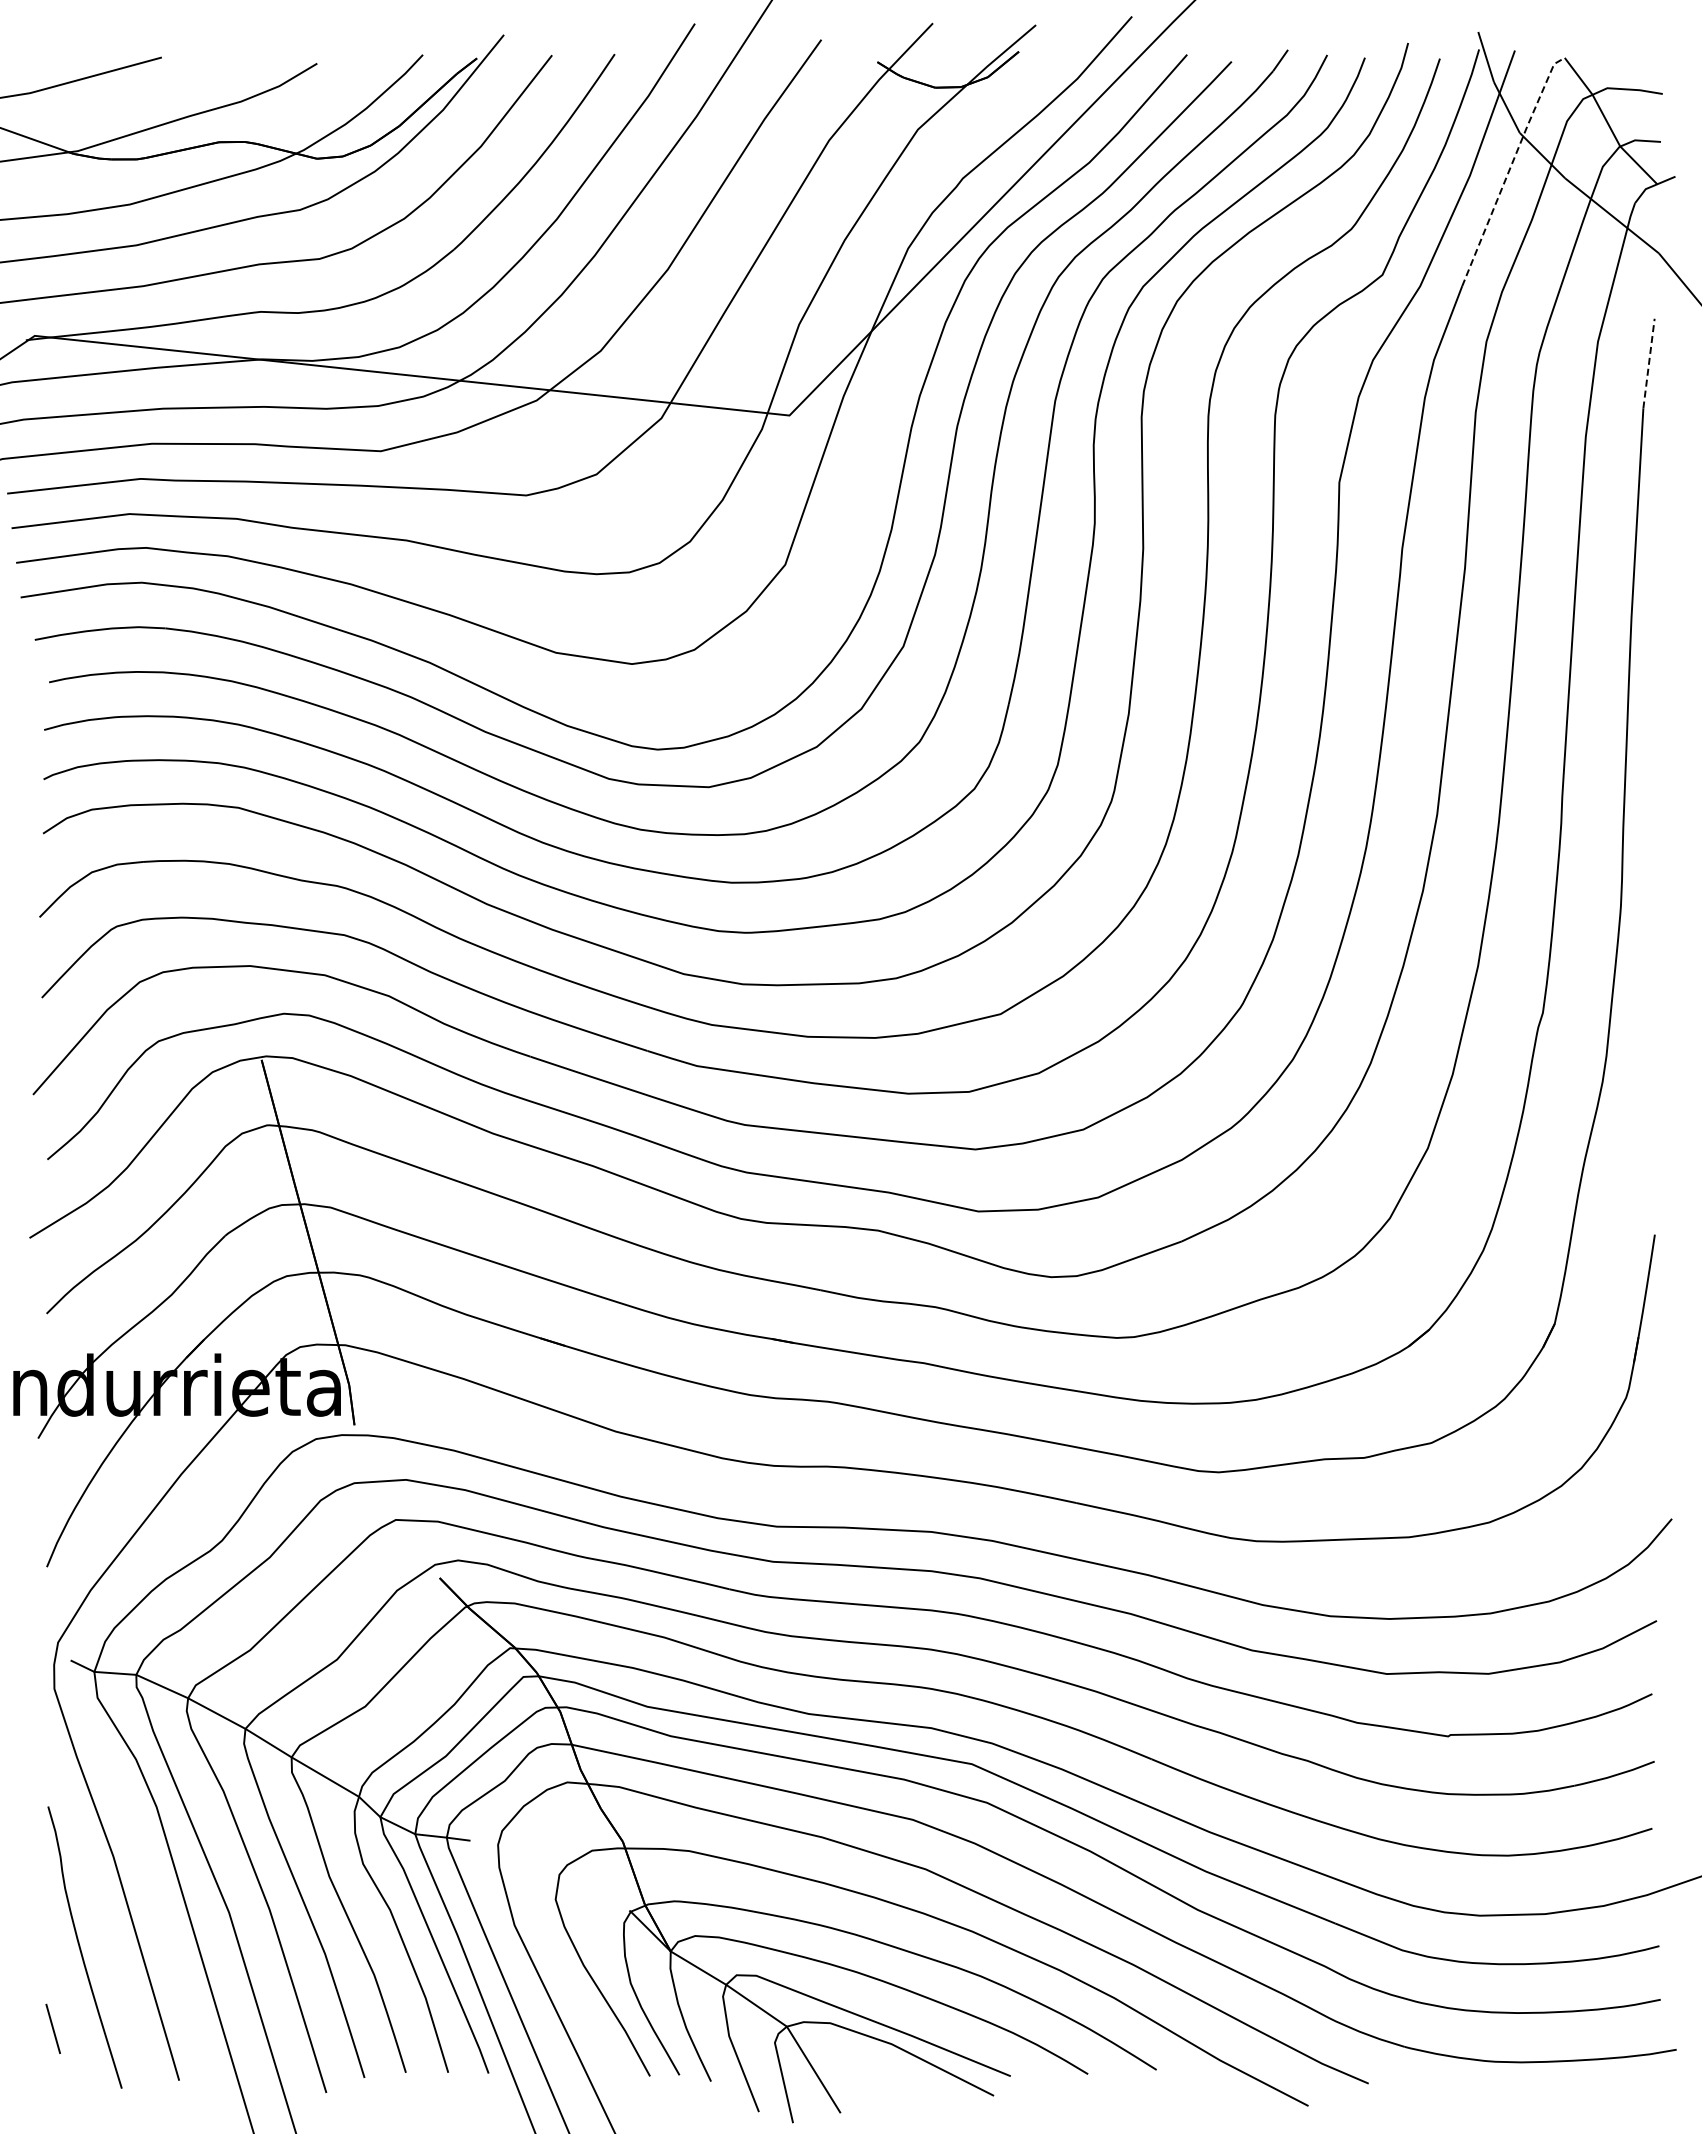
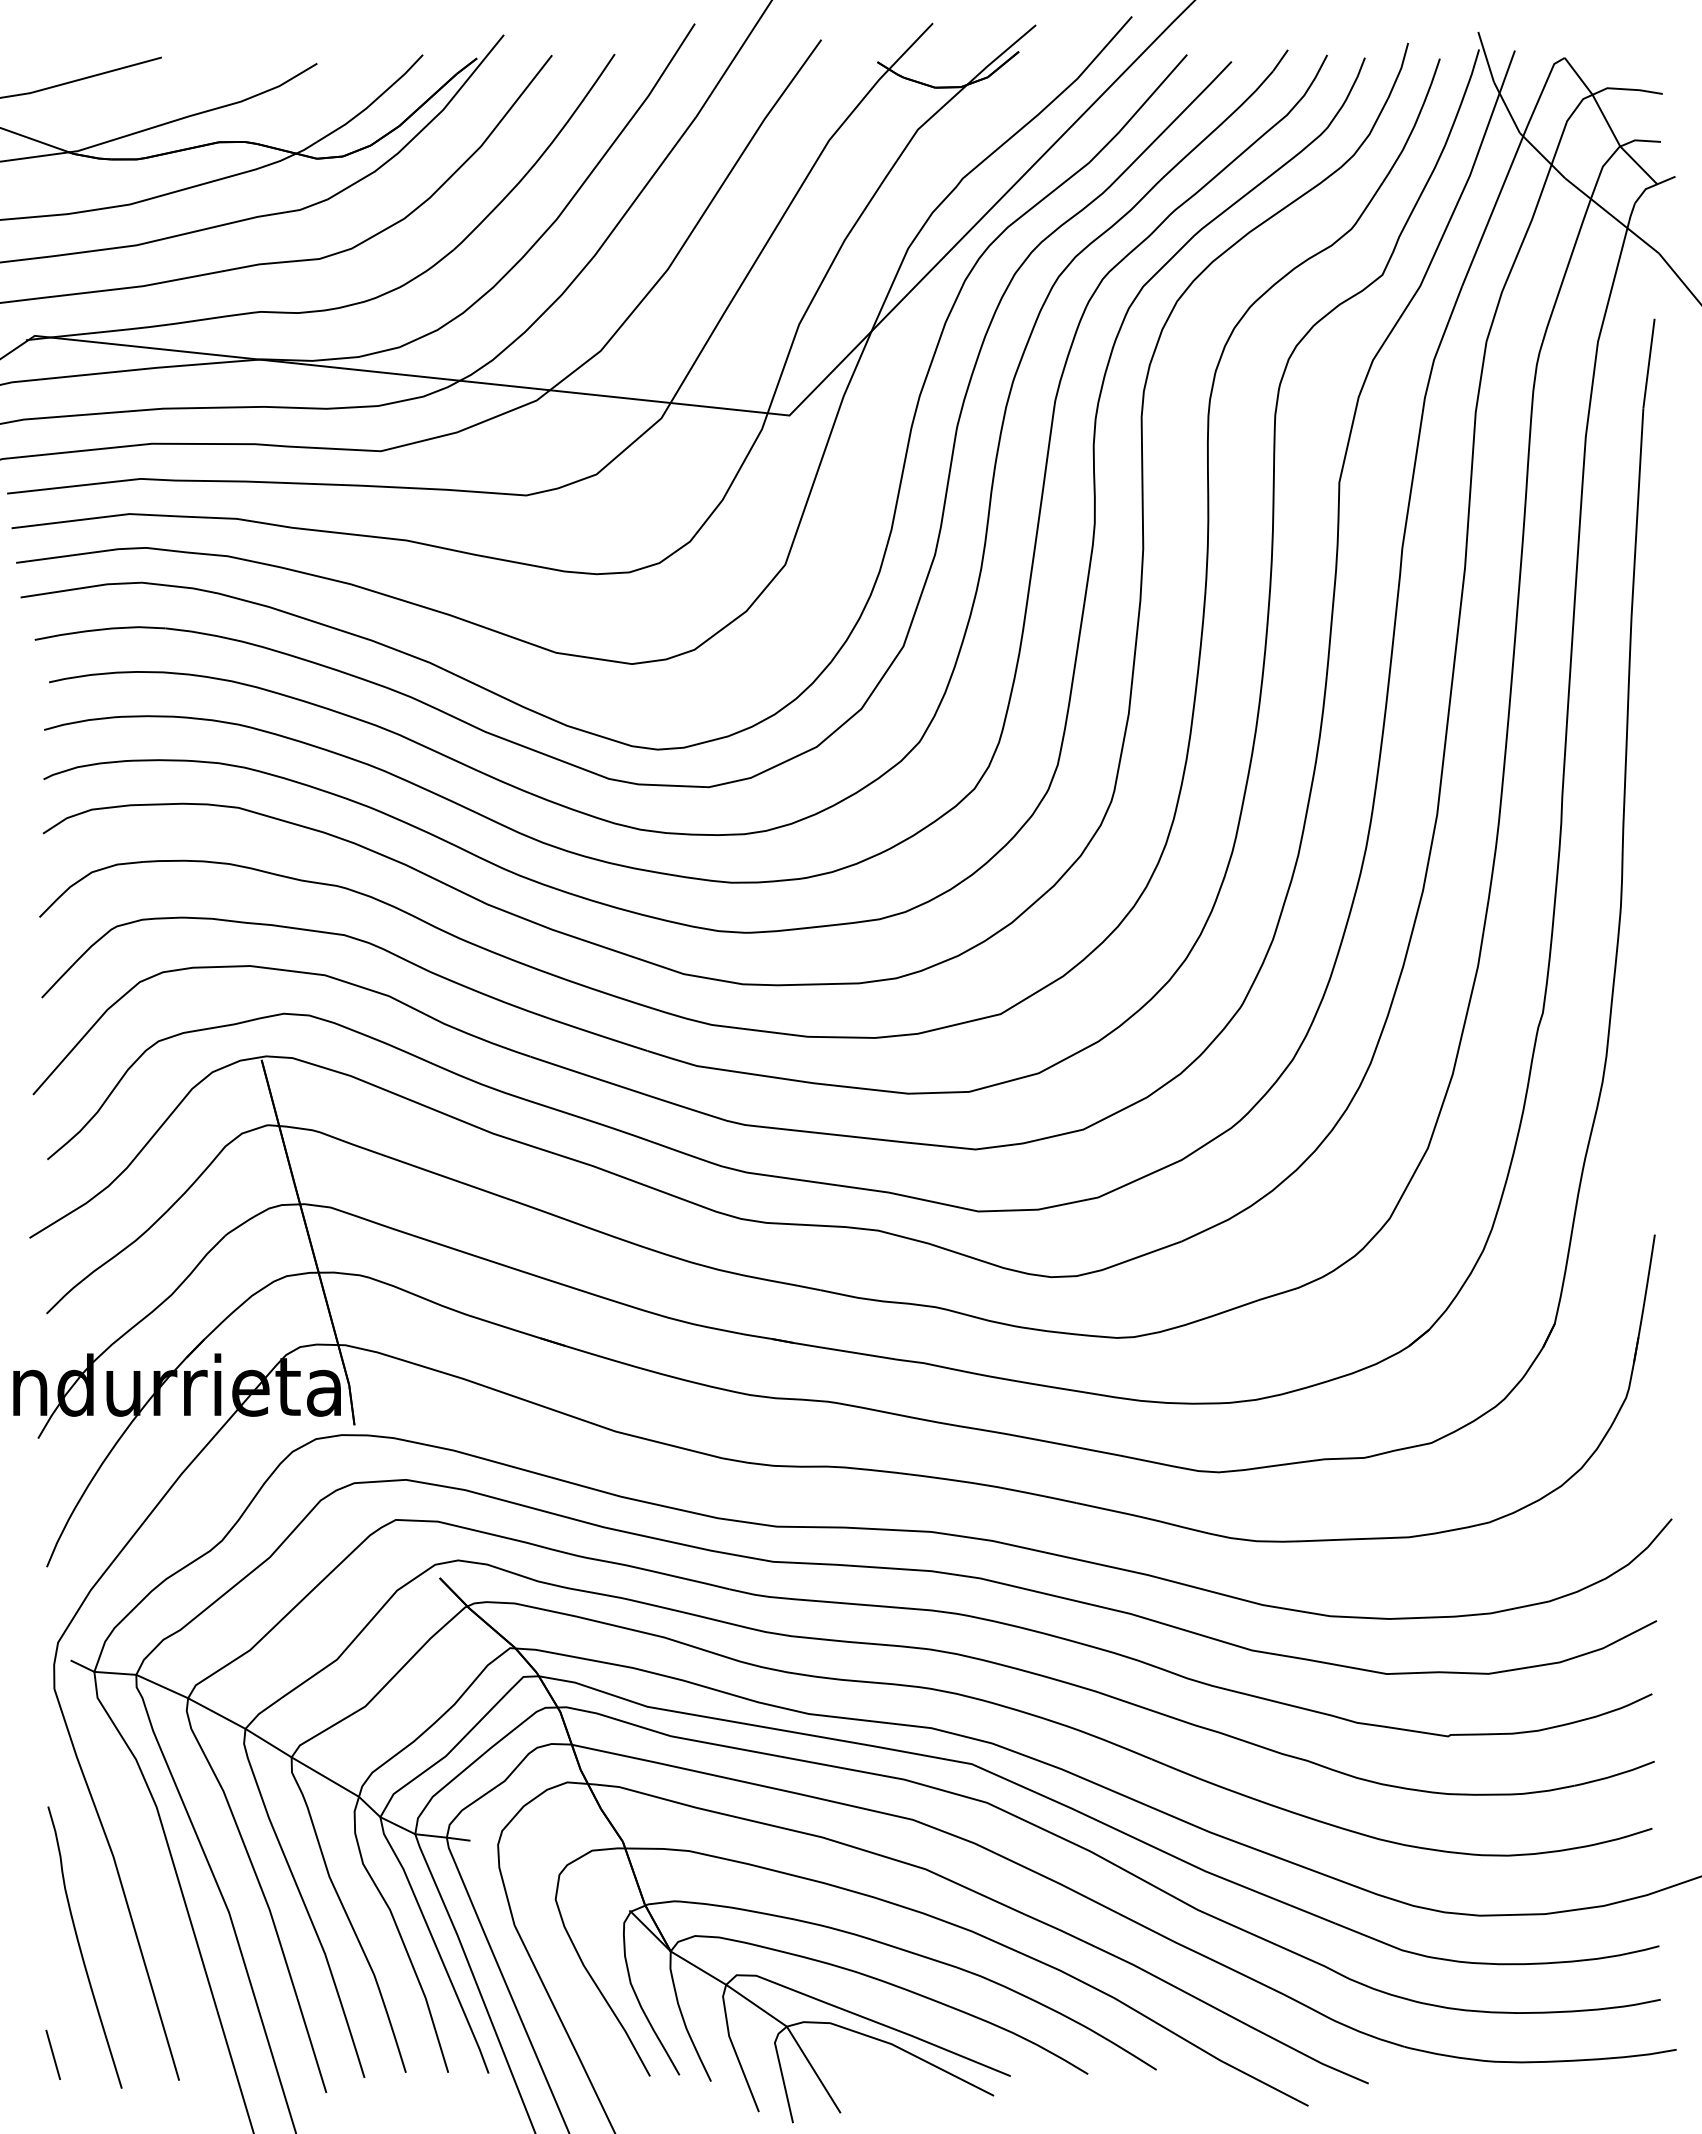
line at (1510, 167): dashed -> solid
line at (1649, 363): dashed -> solid
line at (52, 2028) position: (52, 2028) -> (52, 2054)
